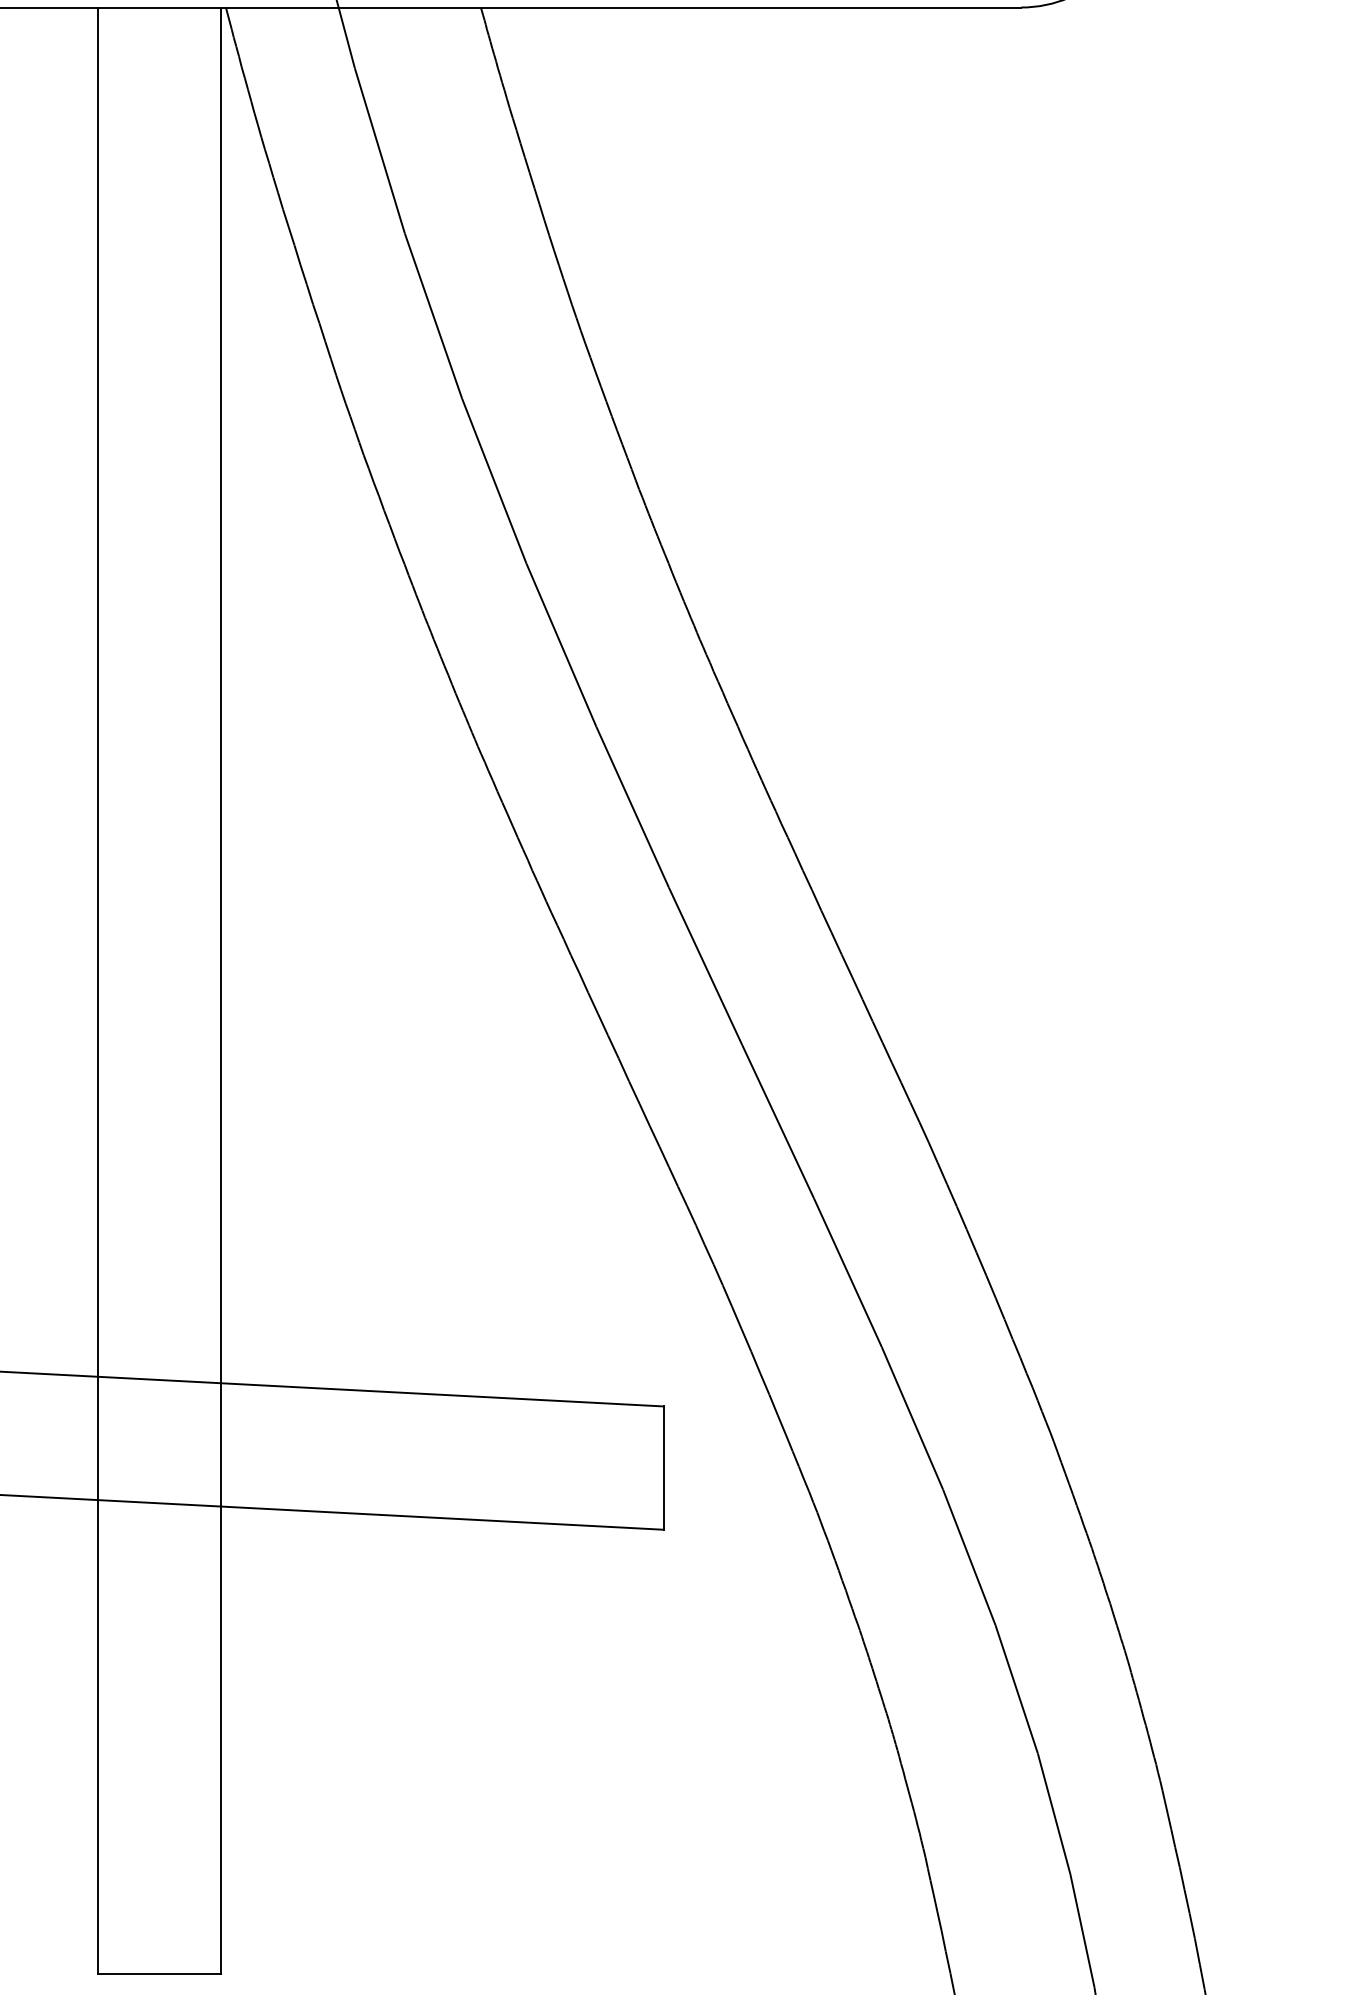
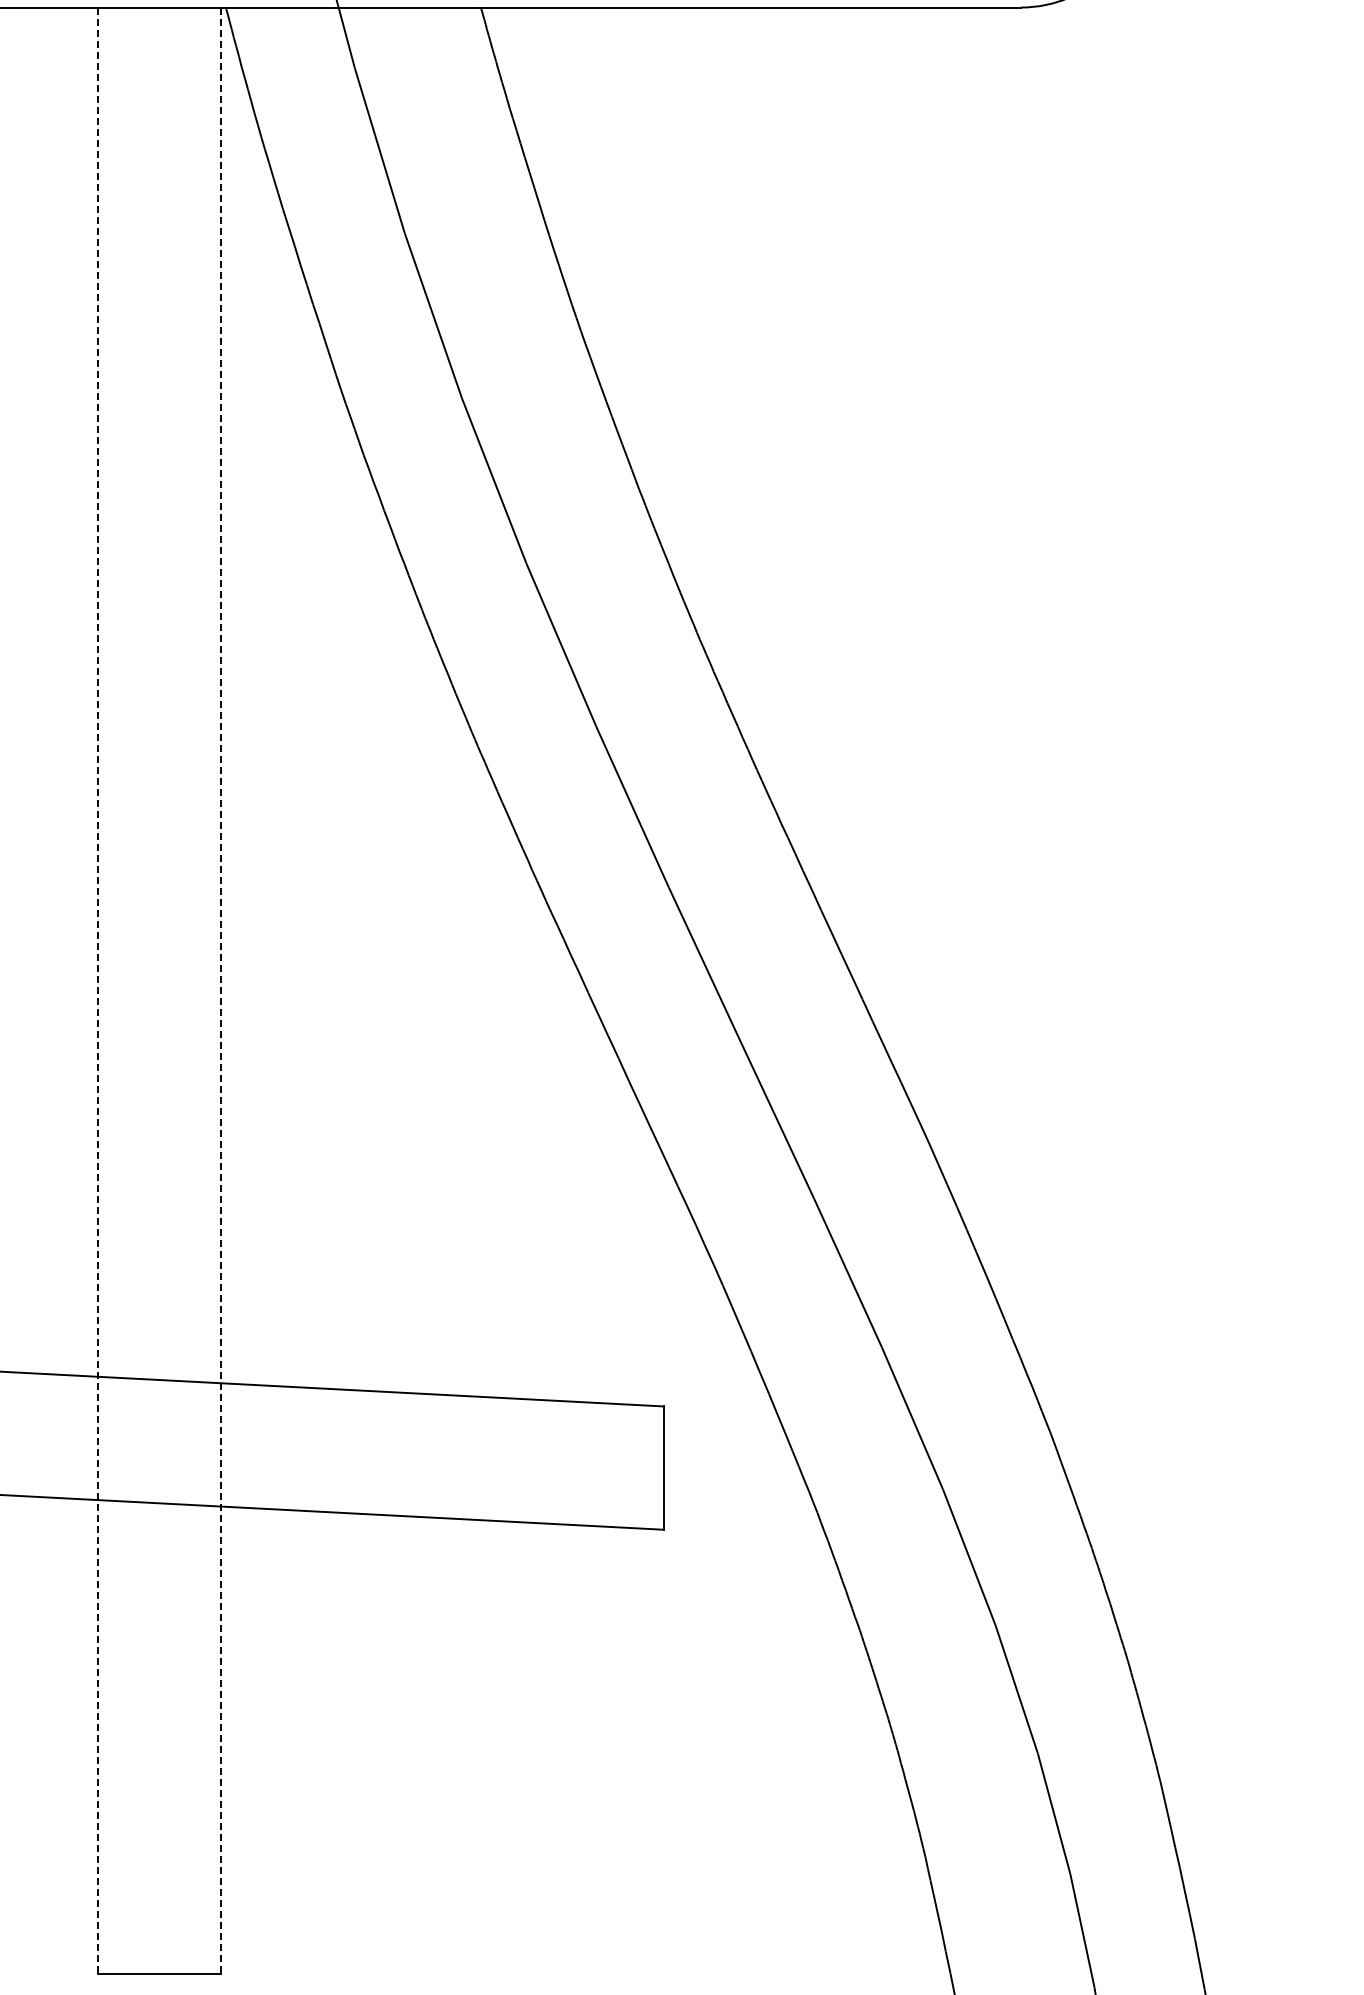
line at (98, 991): solid -> dashed
line at (221, 991): solid -> dashed
